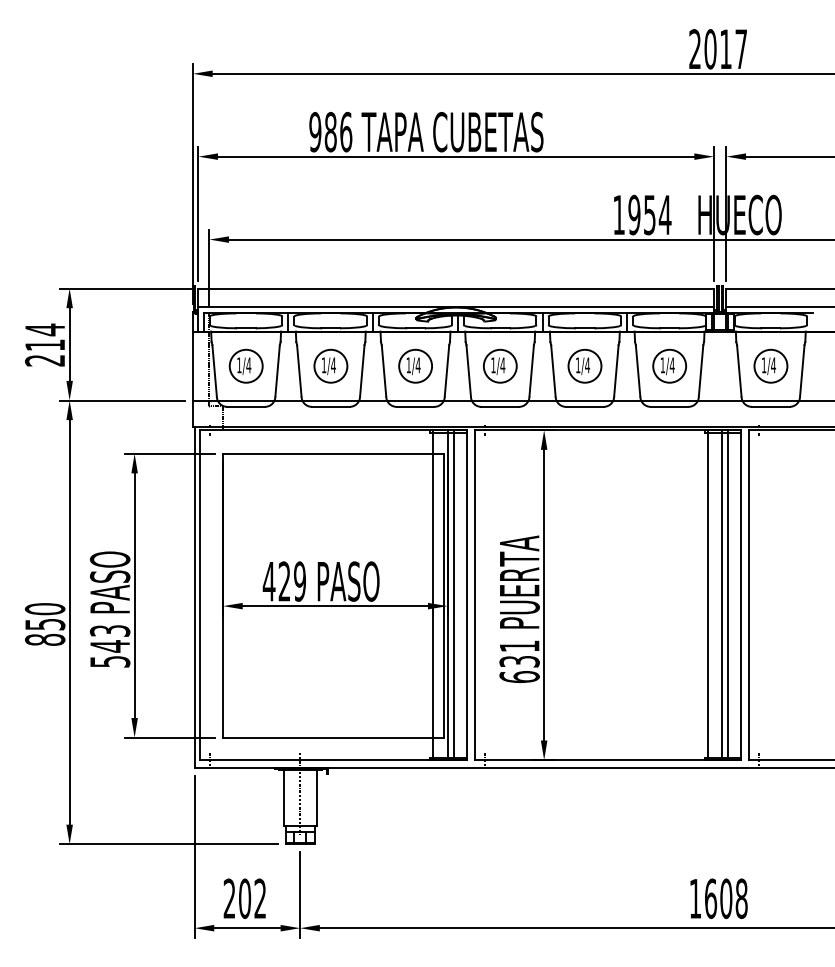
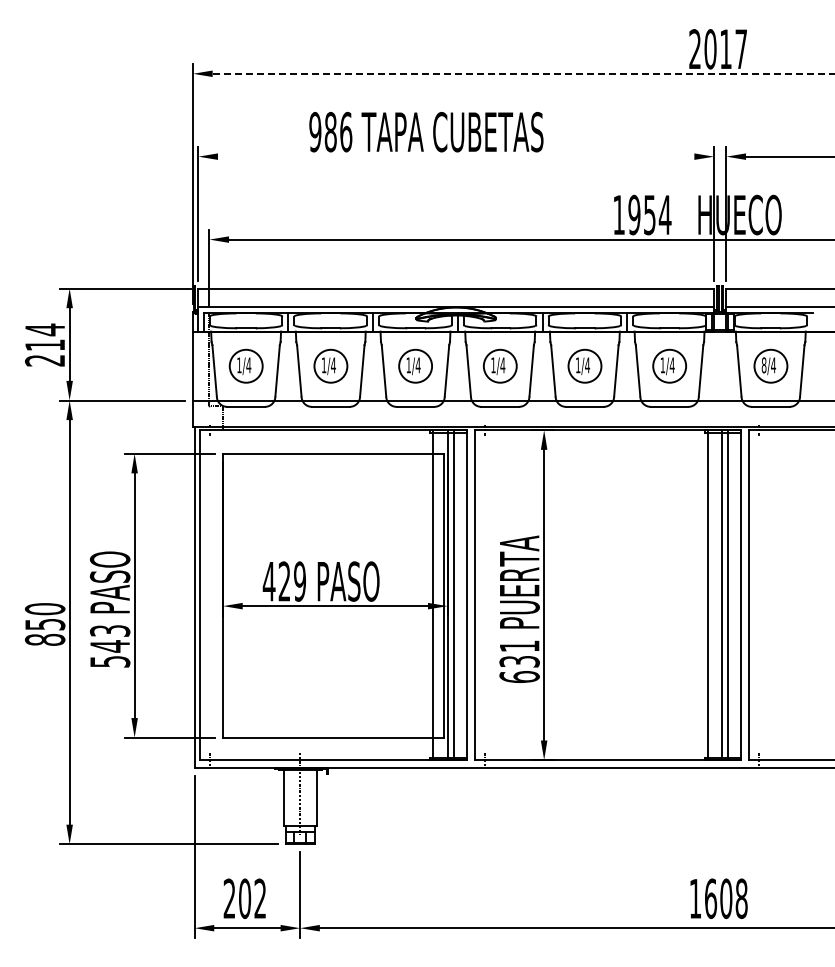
line at (523, 73): solid -> dashed
line at (456, 156): present -> none
text at (763, 365): 1/4 -> 8/4
